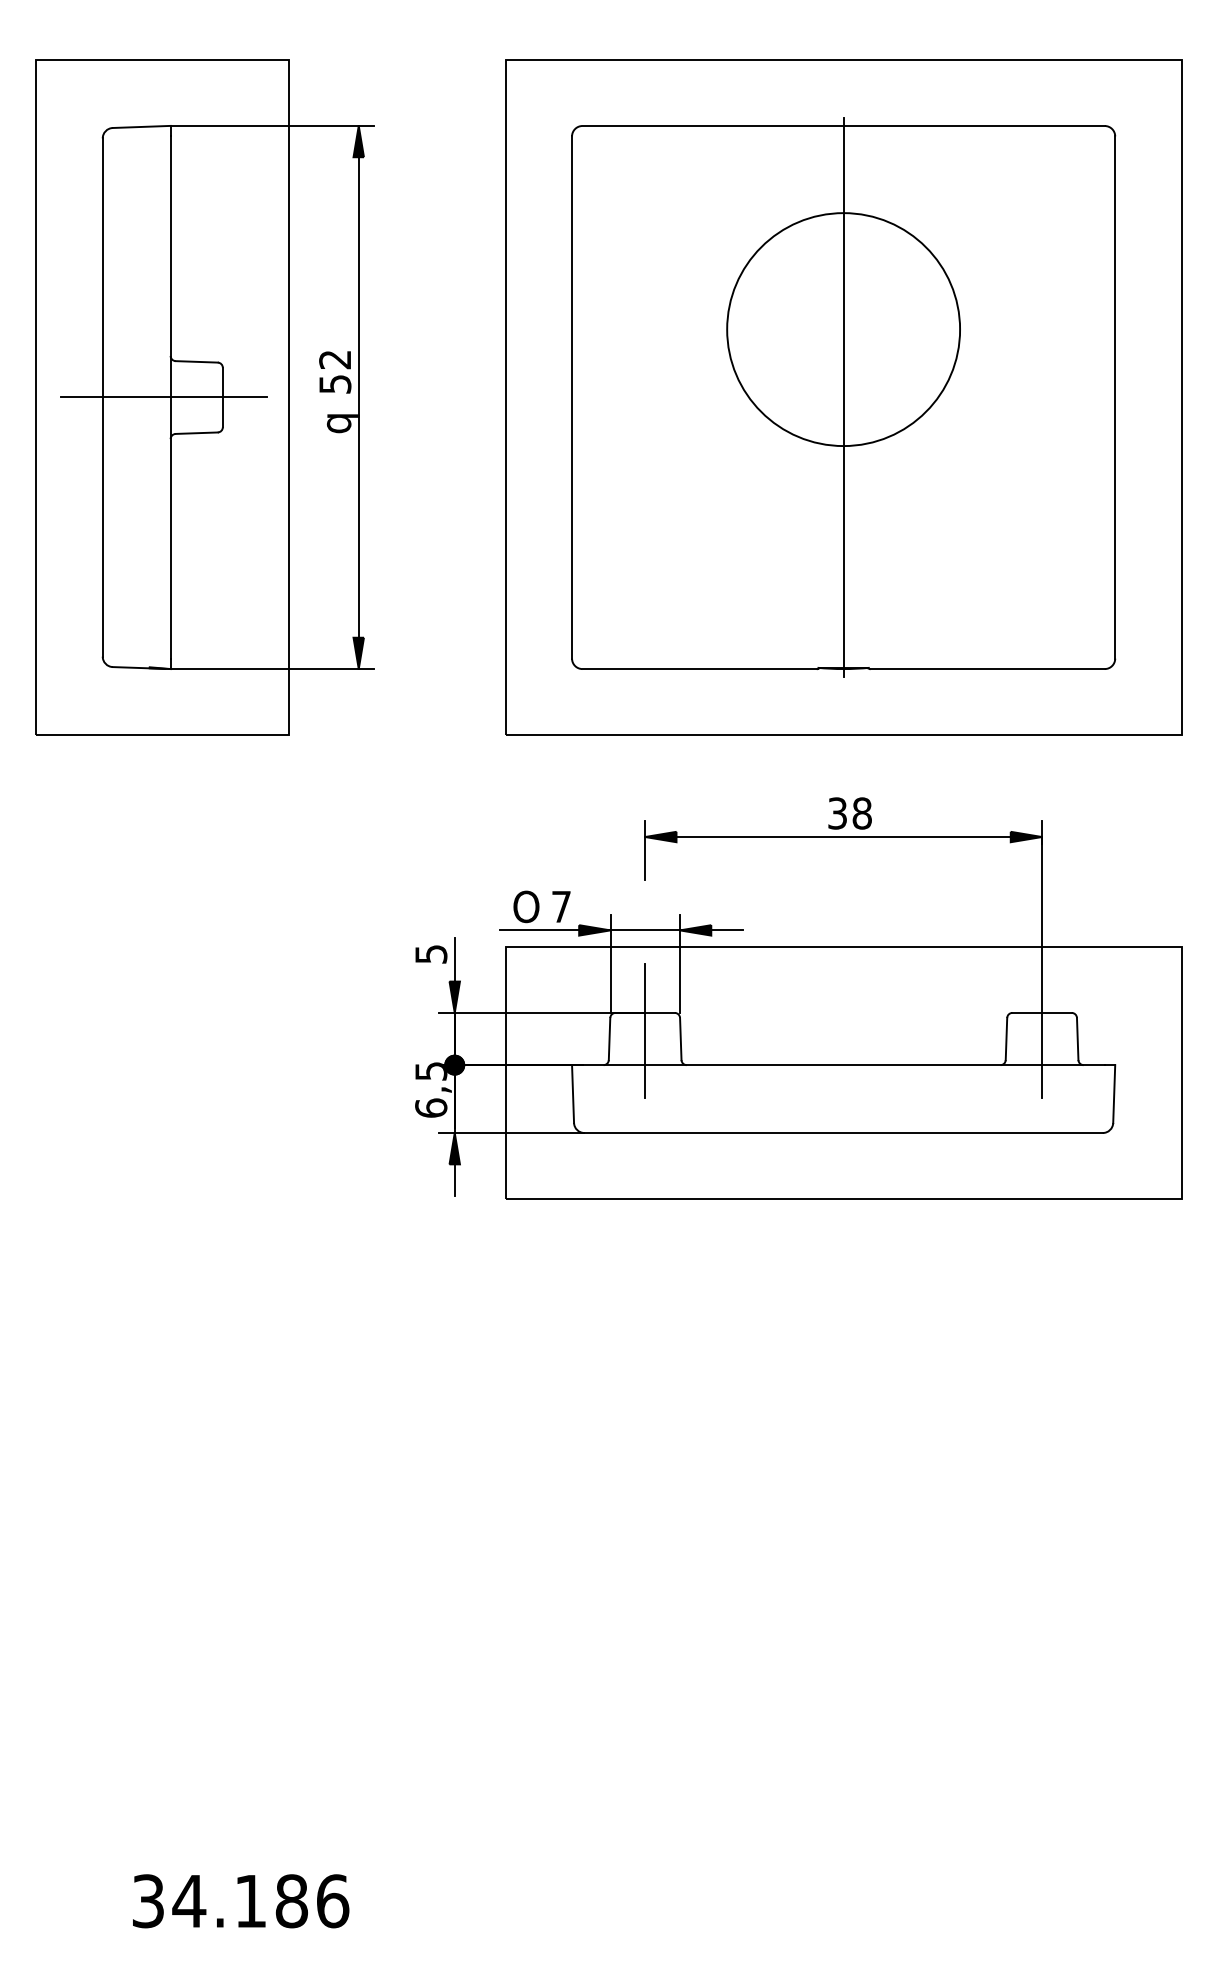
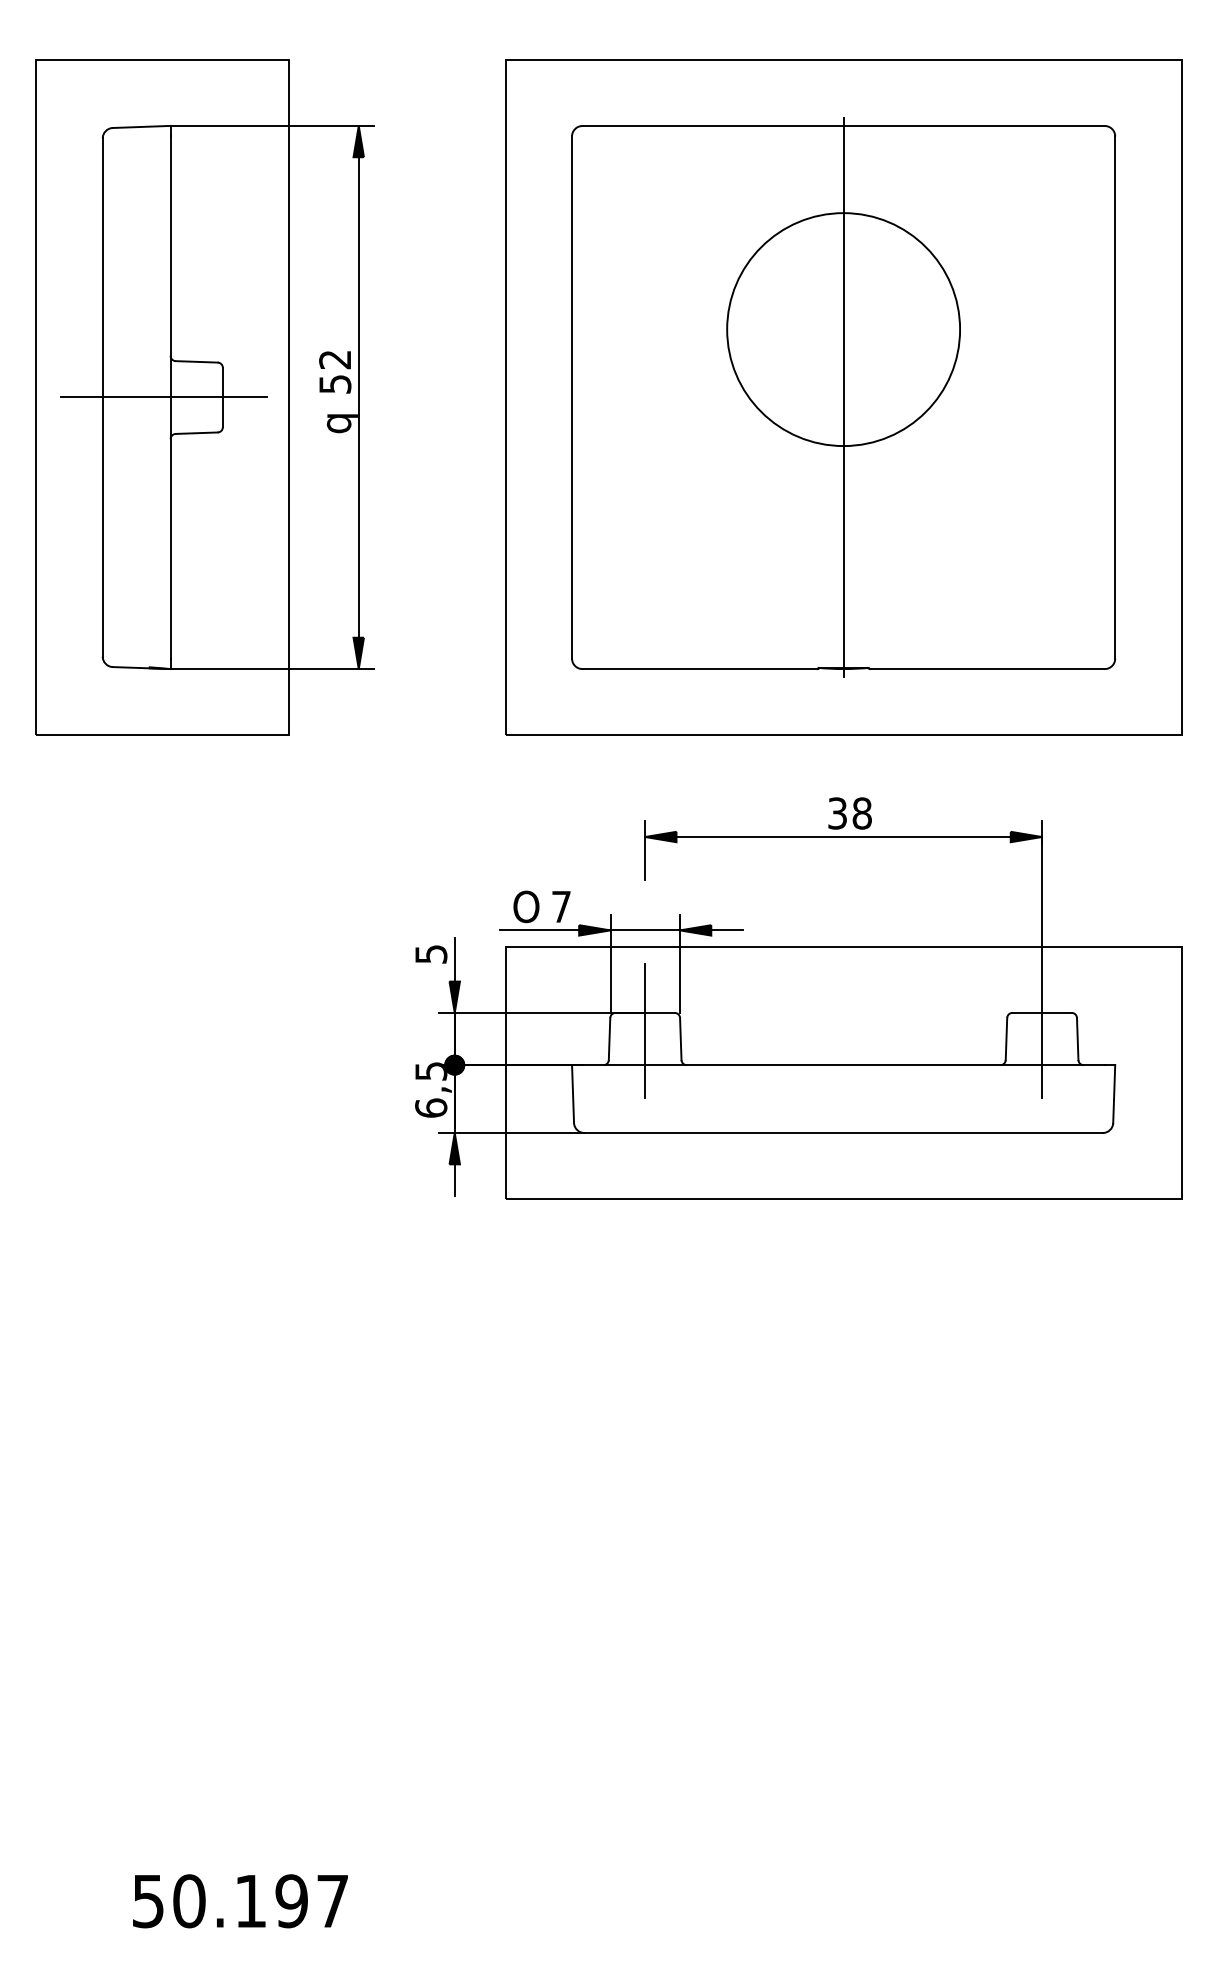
text at (241, 1901): 34.186 -> 50.197
